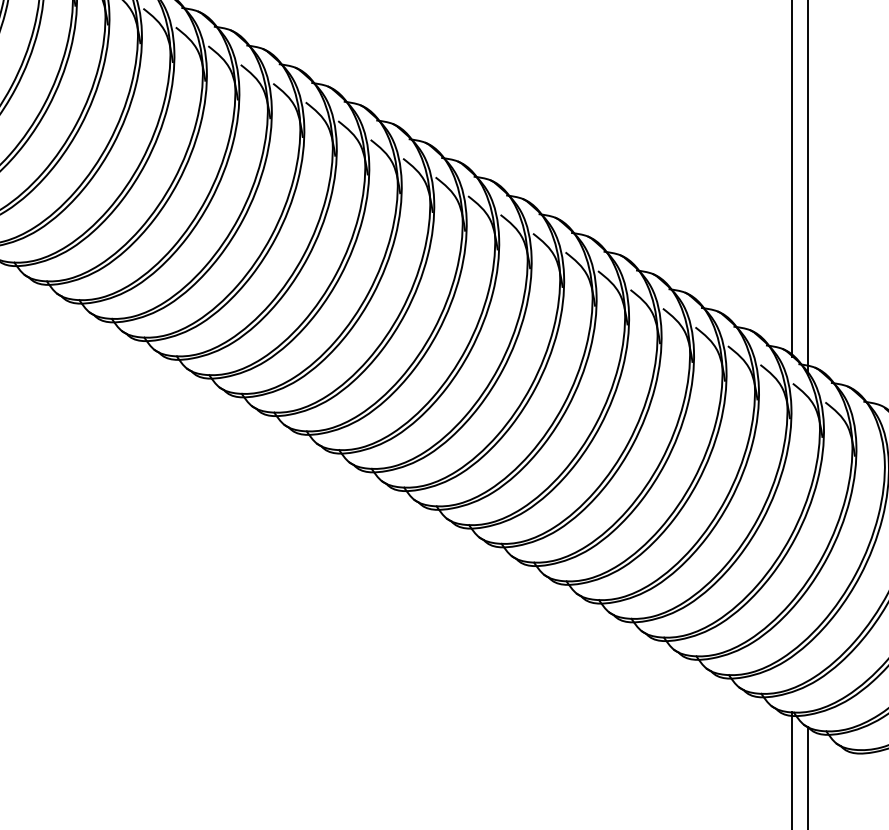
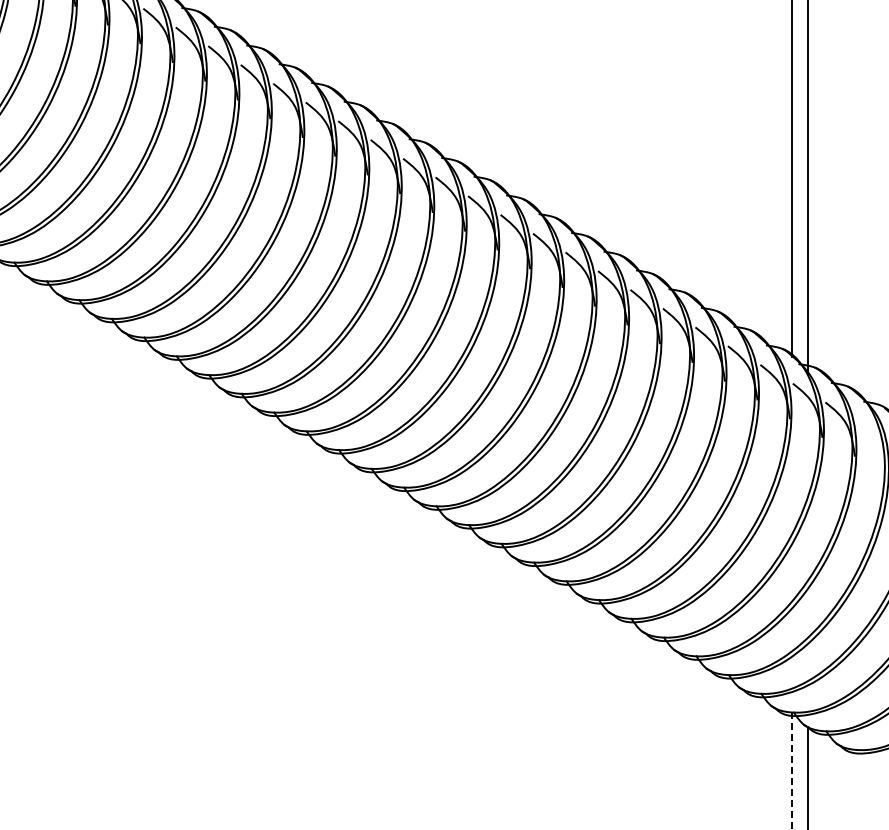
line at (792, 771): solid -> dashed
